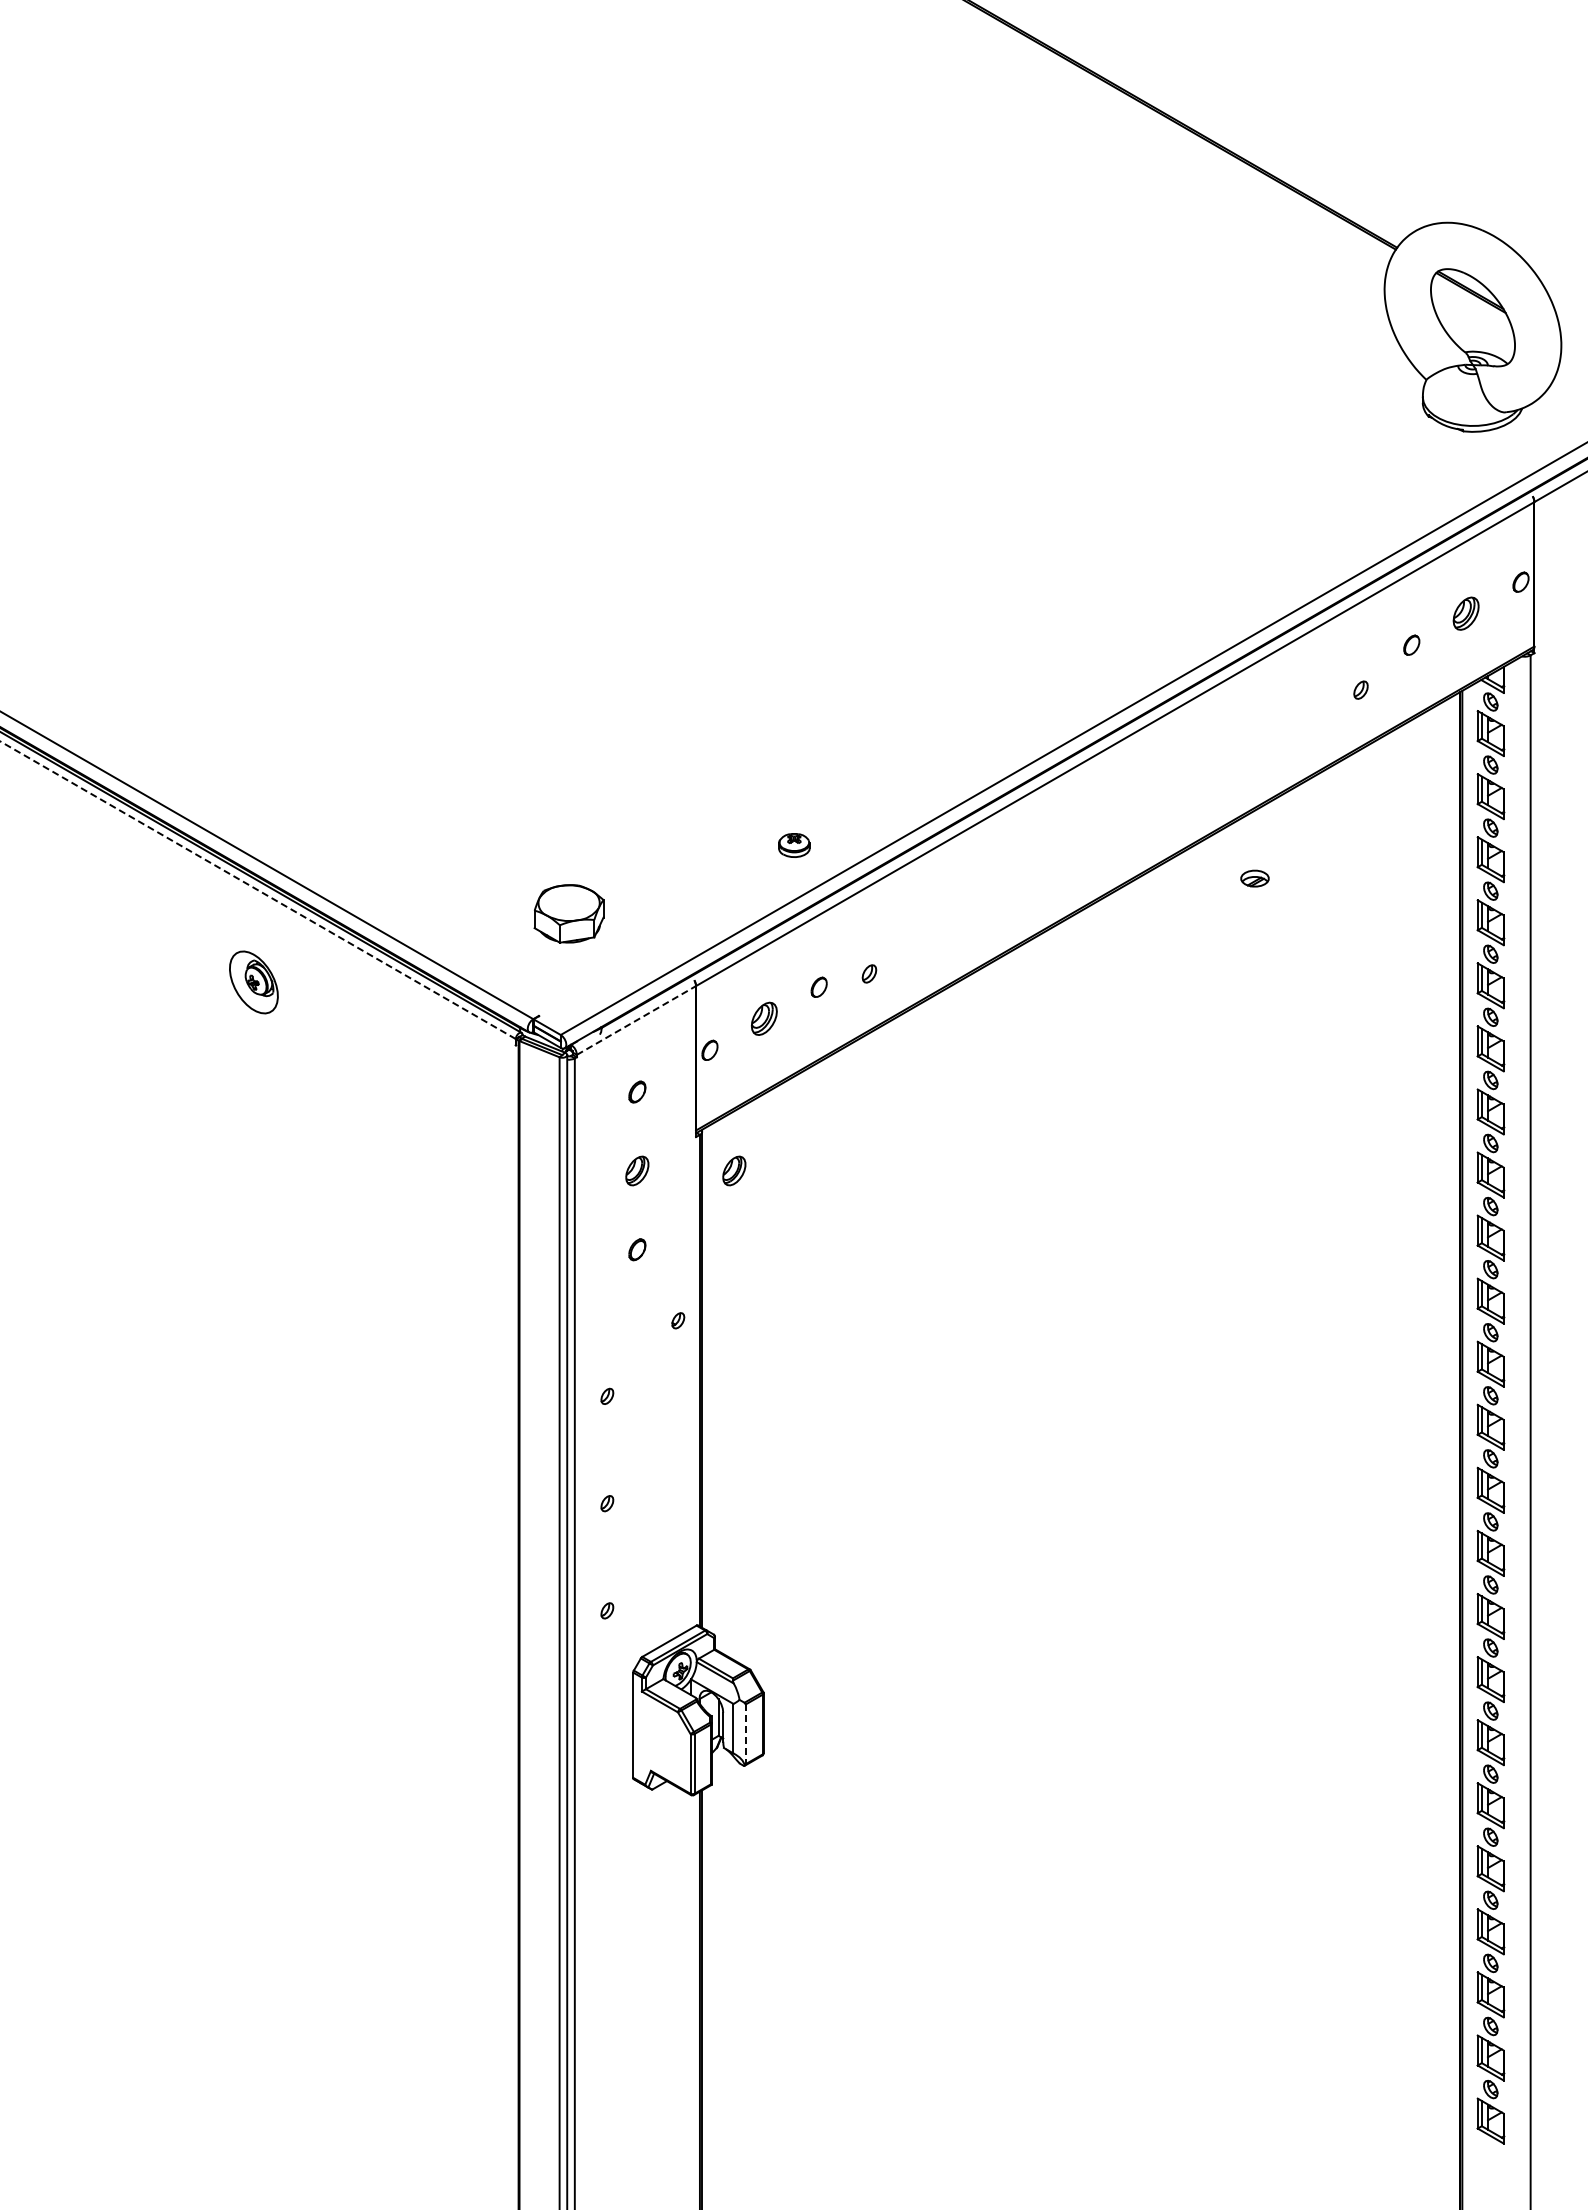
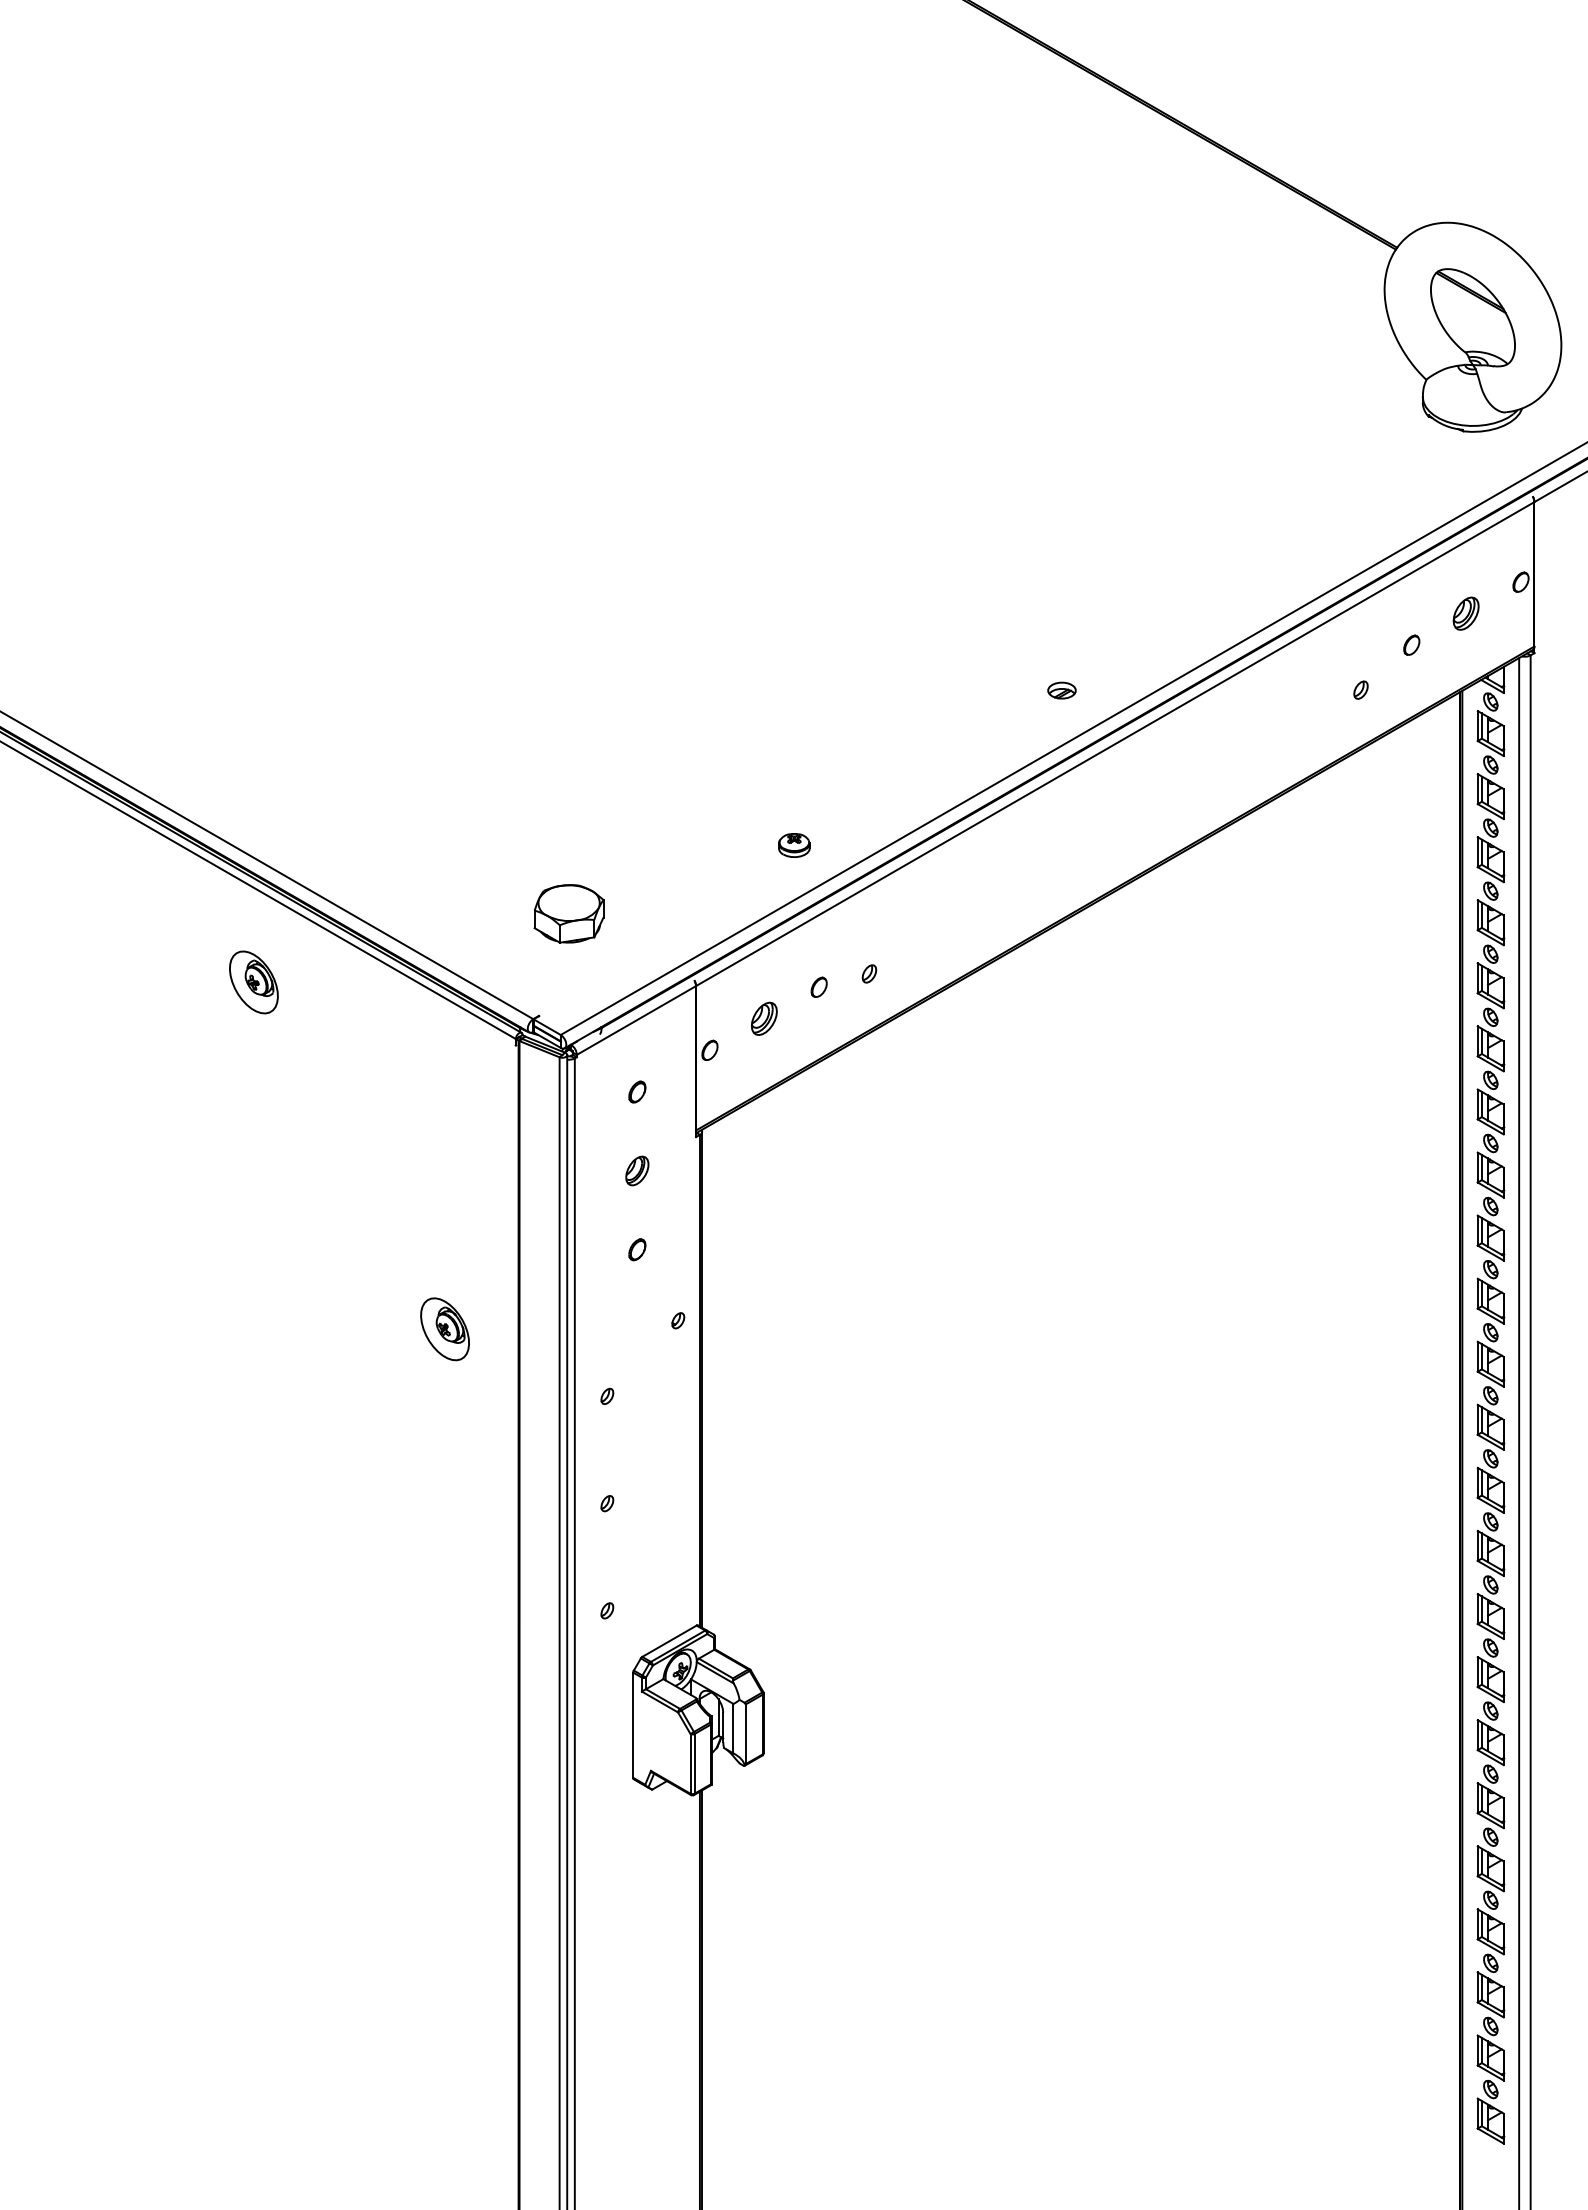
part at (1254, 878) position: (1254, 878) -> (1061, 690)
line at (257, 890): dashed -> solid
line at (636, 1020): dashed -> solid
part at (734, 1170): present -> none
part at (444, 1329): none -> present
line at (1519, 1432): none -> present
line at (745, 1734): dashed -> solid
